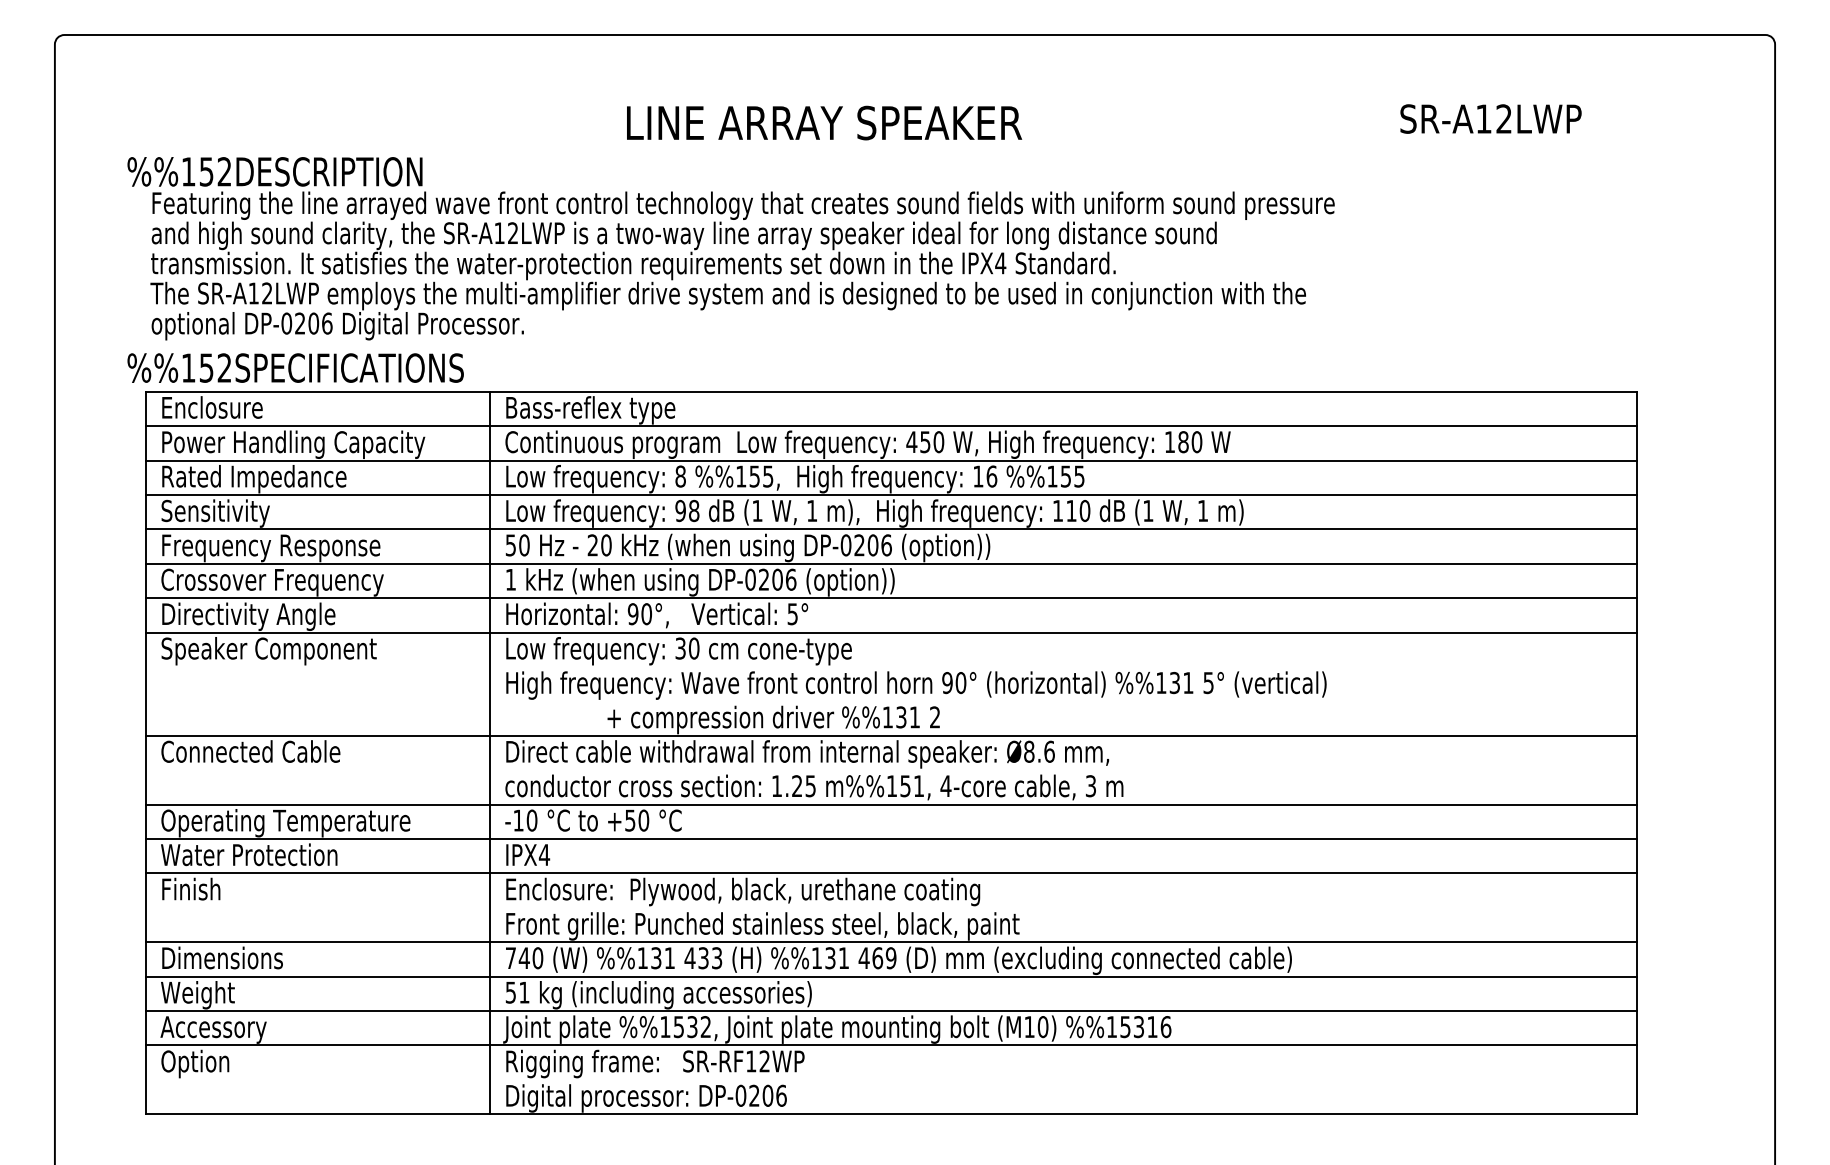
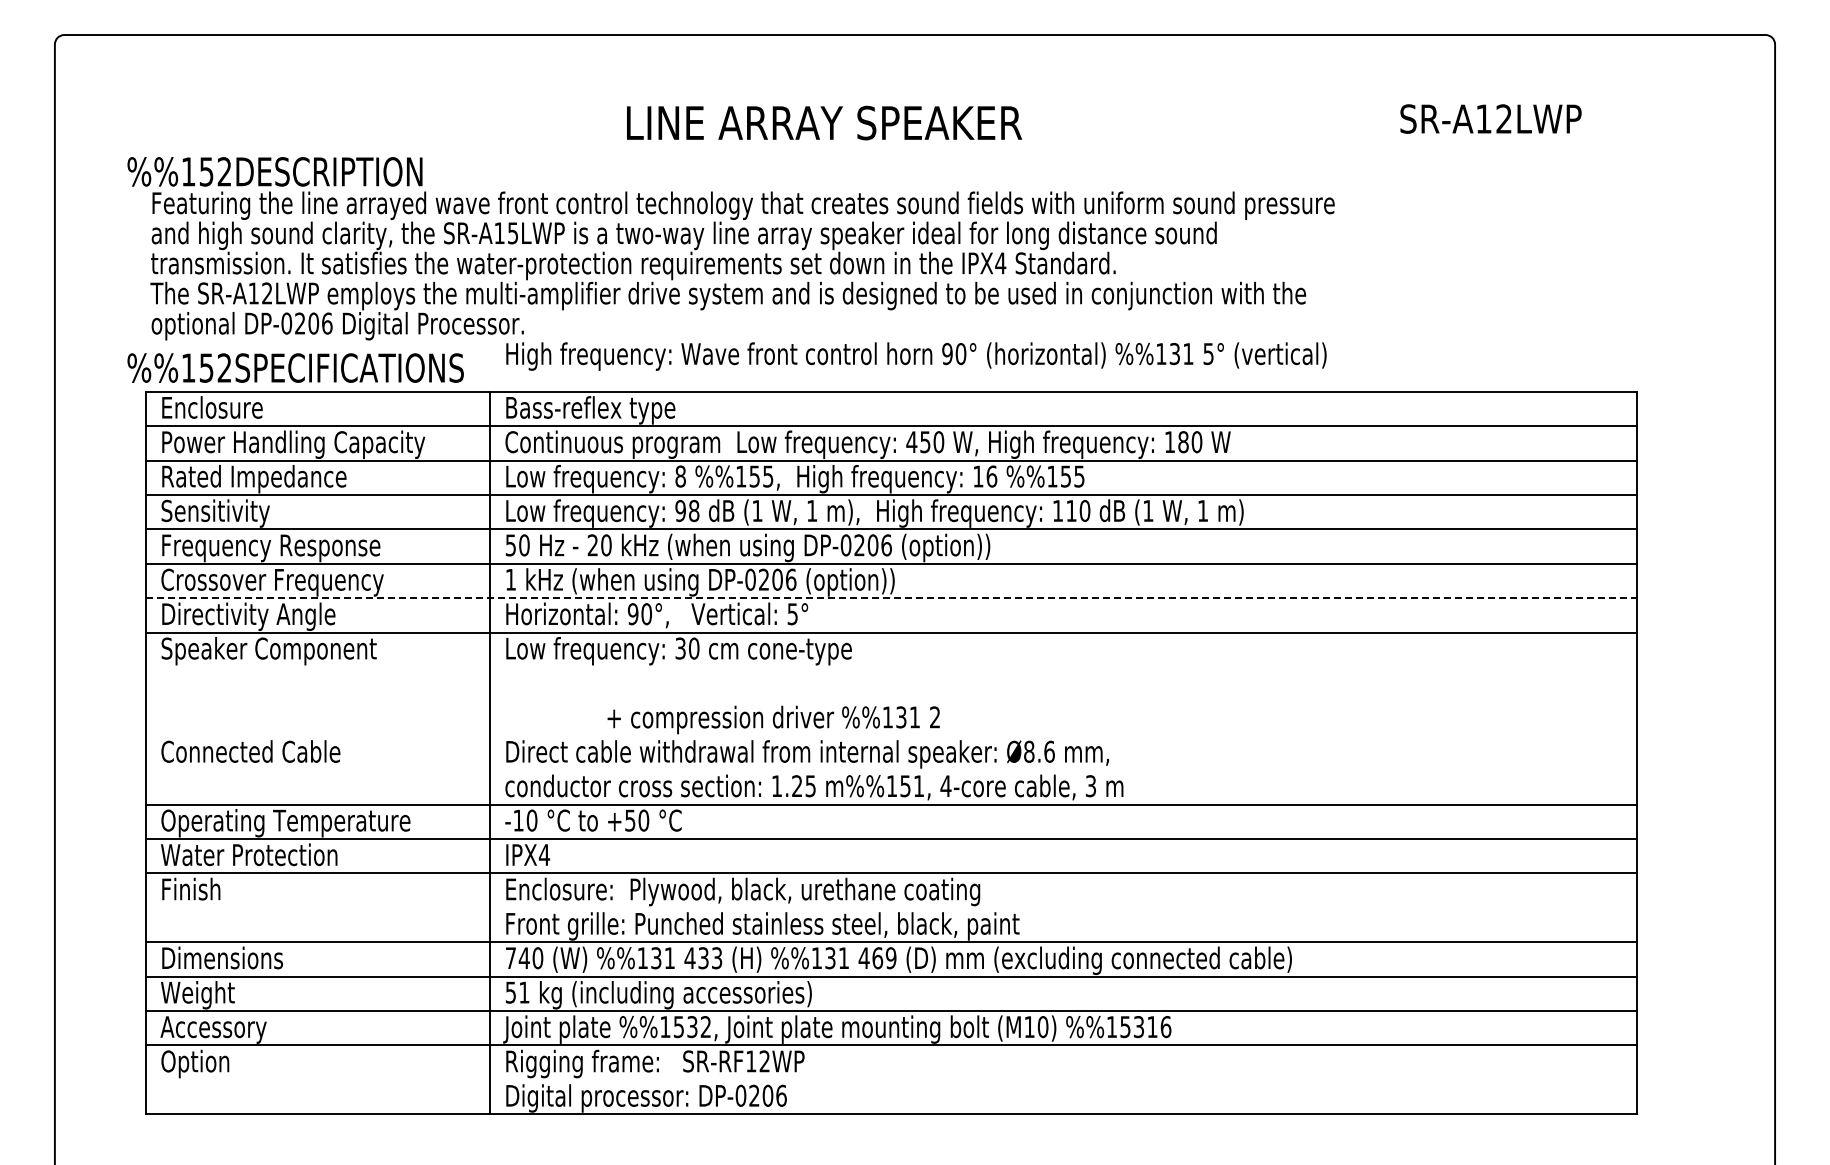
text at (512, 233): SR-A12LWP -> SR-A15LWP
line at (891, 598): solid -> dashed
text at (916, 685) position: (916, 685) -> (916, 356)
line at (890, 735): present -> none
